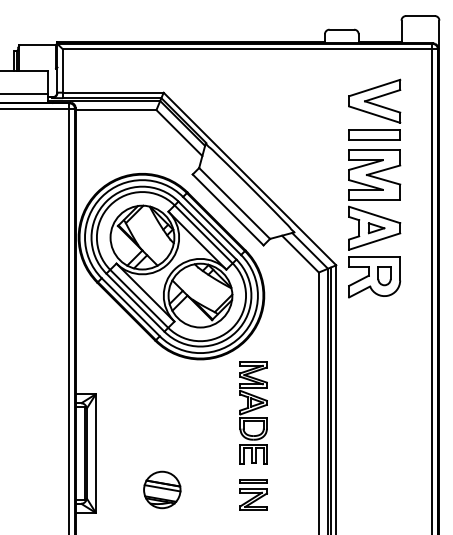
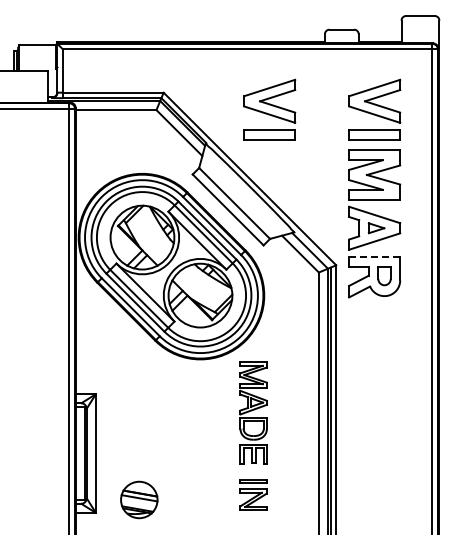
line at (25, 94): present -> none
part at (269, 109): none -> present
line at (374, 256): solid -> dashed
part at (162, 489) position: (162, 489) -> (139, 499)
